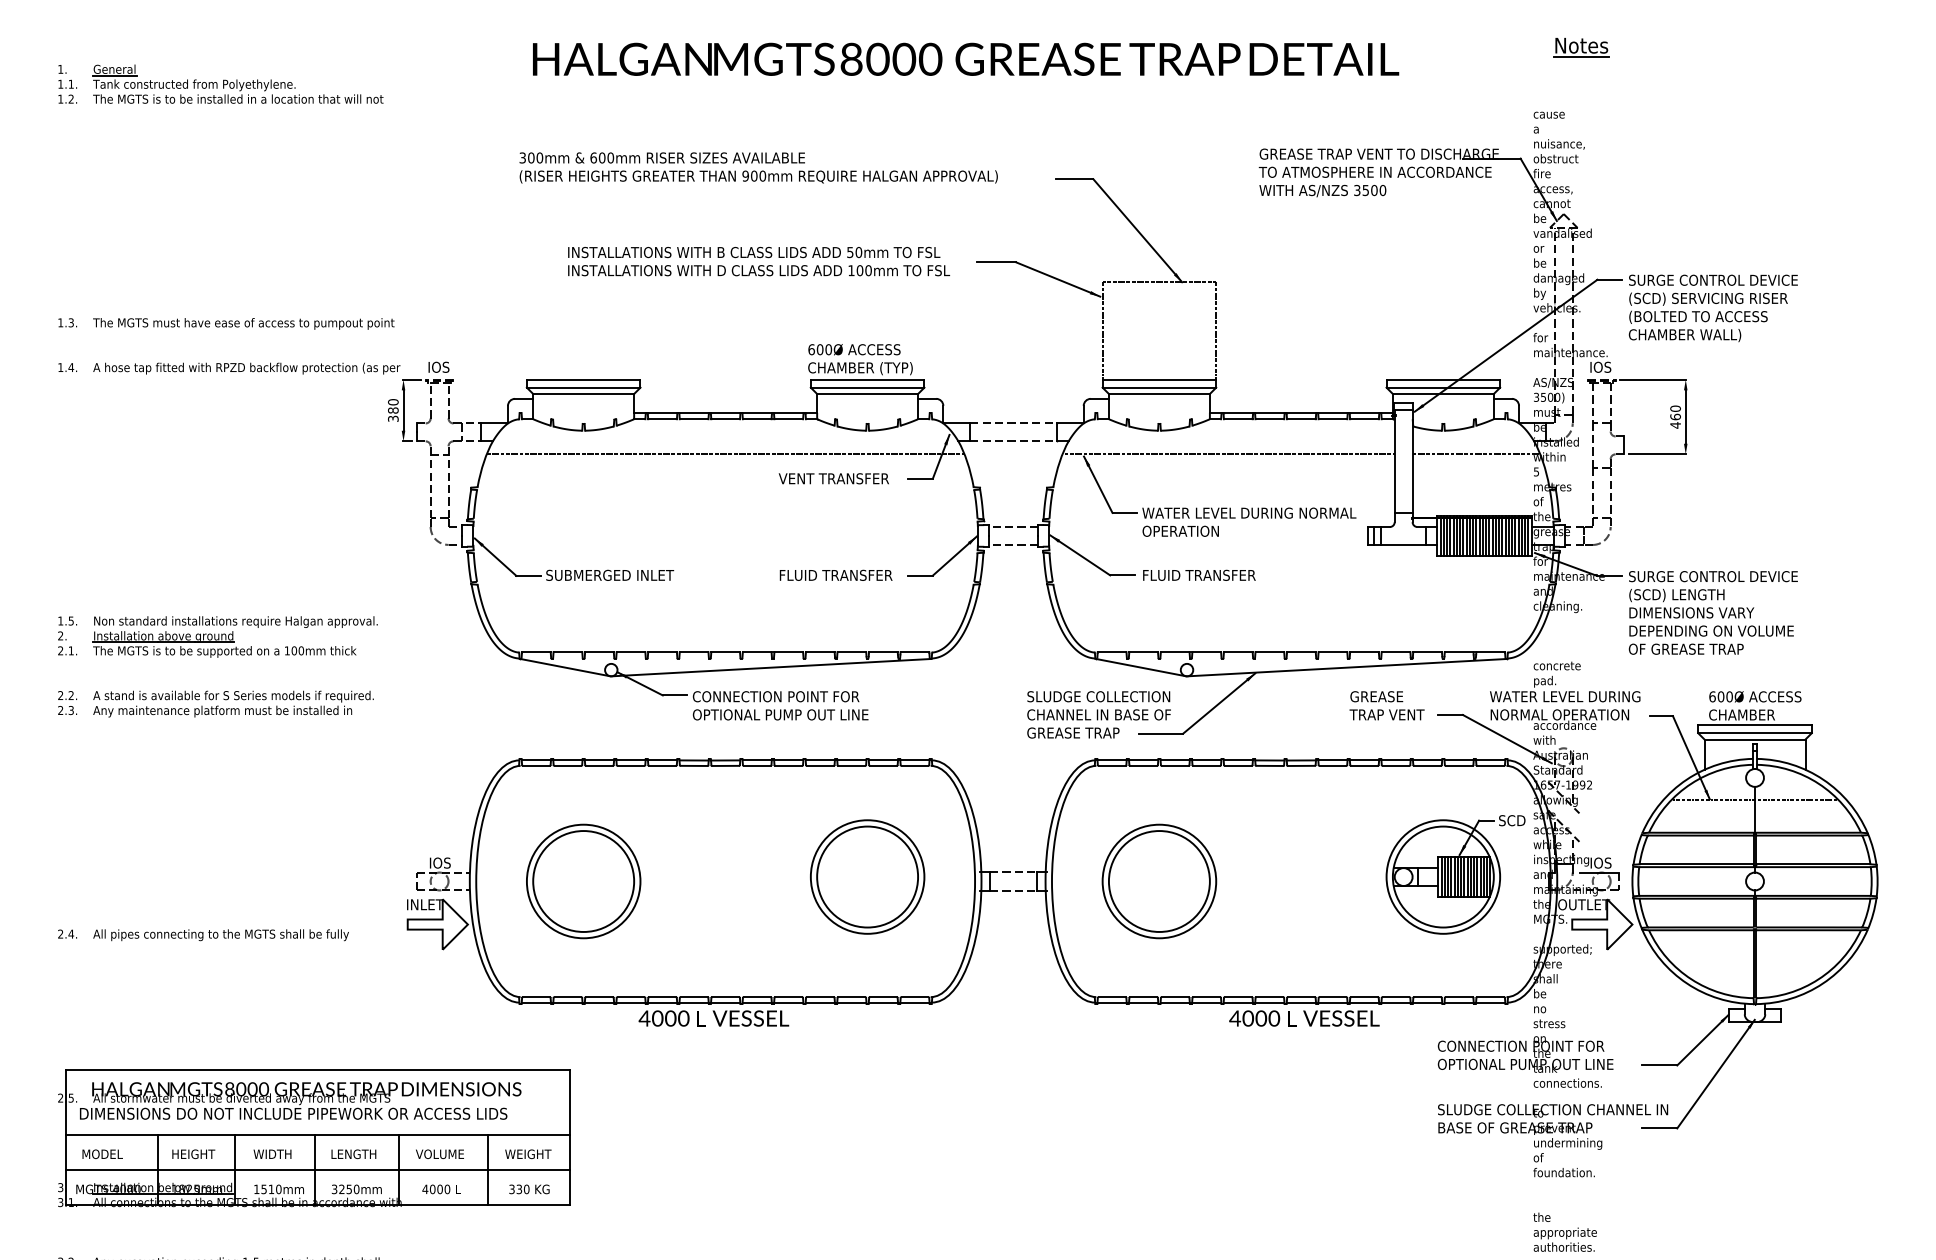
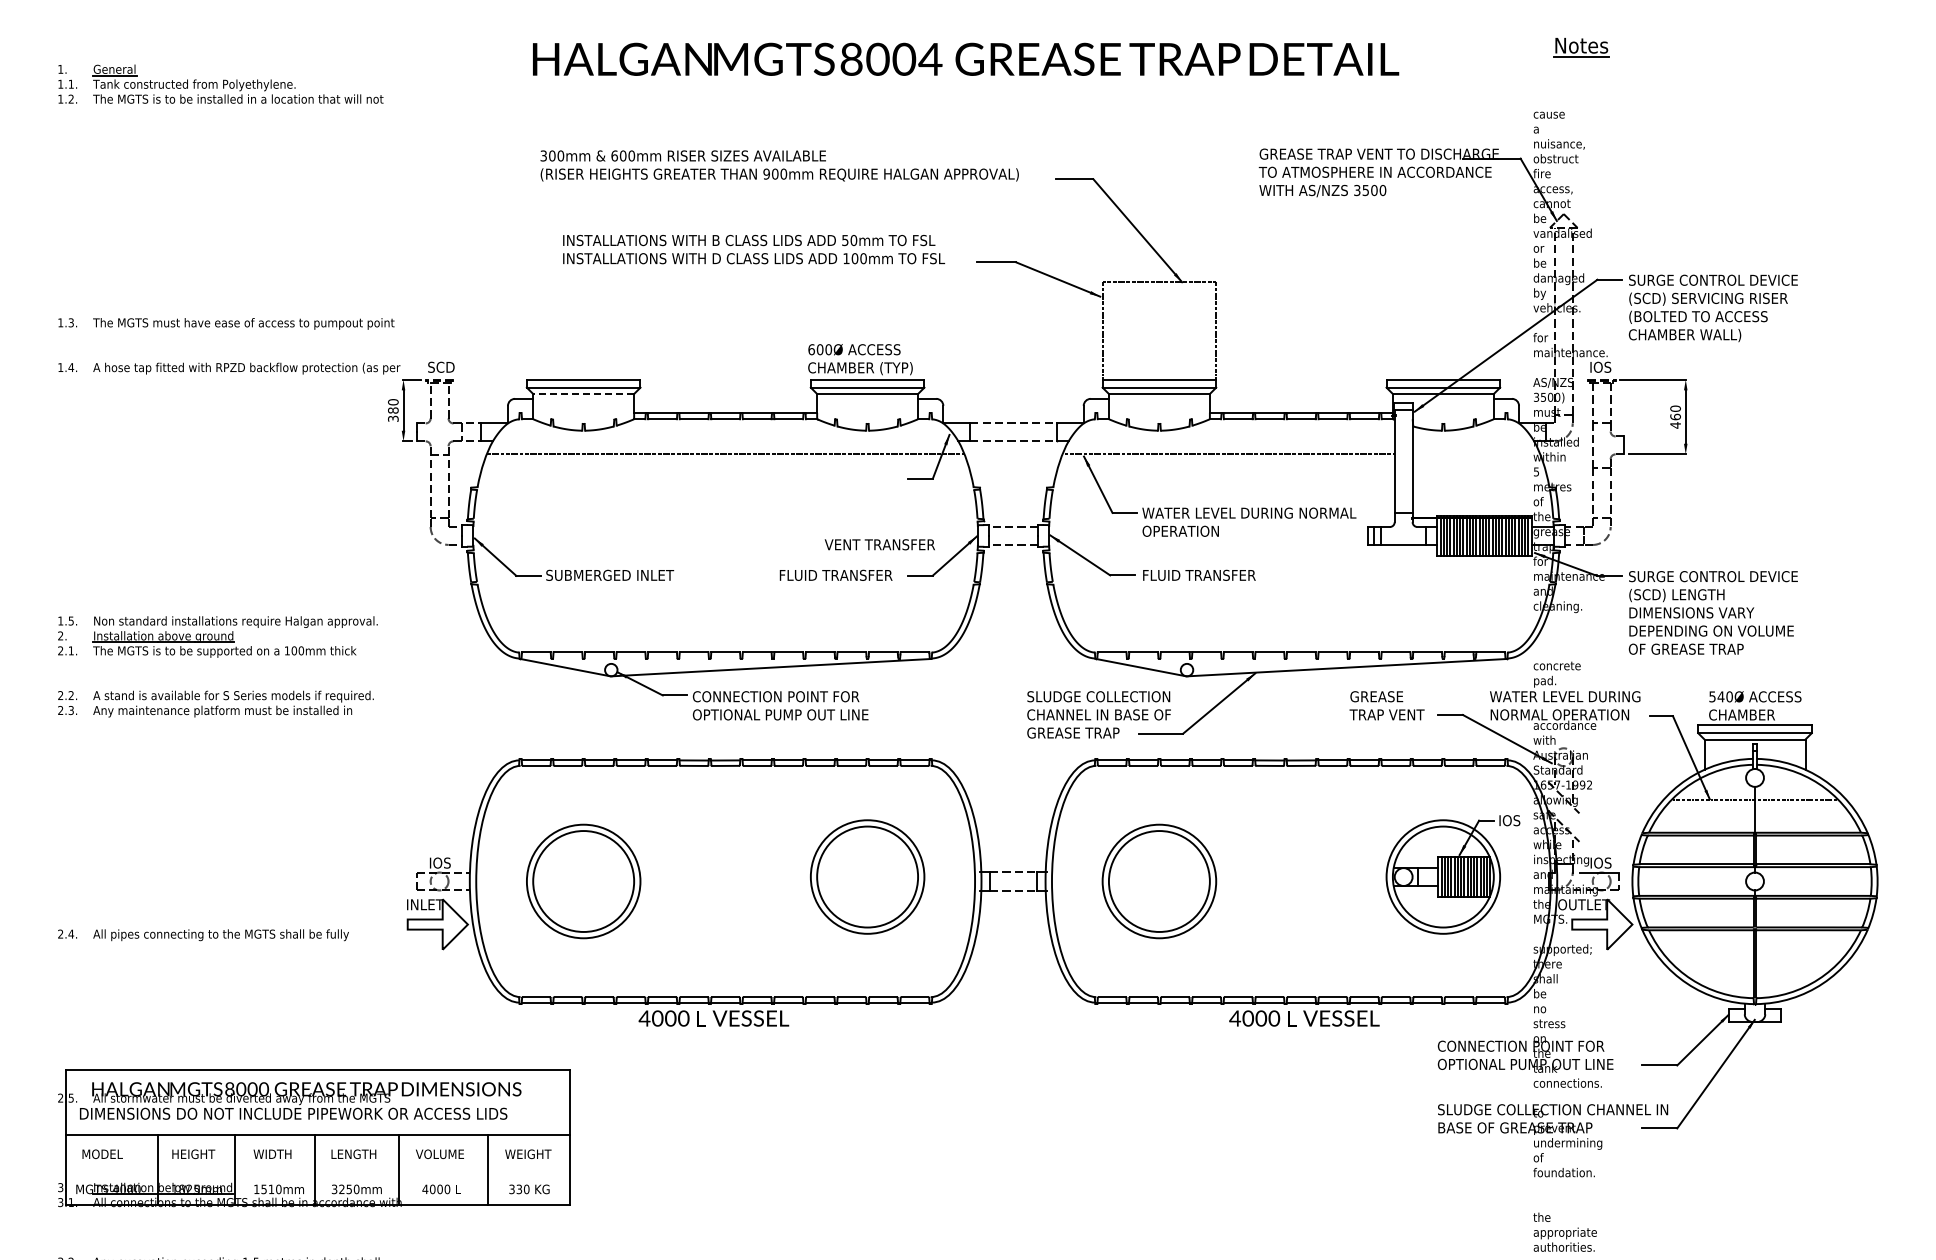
text at (930, 58): 8000 -> 8004
text at (758, 167) position: (758, 167) -> (779, 165)
text at (759, 261) position: (759, 261) -> (754, 249)
text at (441, 366): IOS -> SCD
line at (583, 394): solid -> dashed
line at (1476, 454): present -> none
text at (833, 478) position: (833, 478) -> (879, 544)
text at (1716, 696): 600Ø -> 540Ø
text at (1512, 820): SCD -> IOS
line at (317, 1169): present -> none
